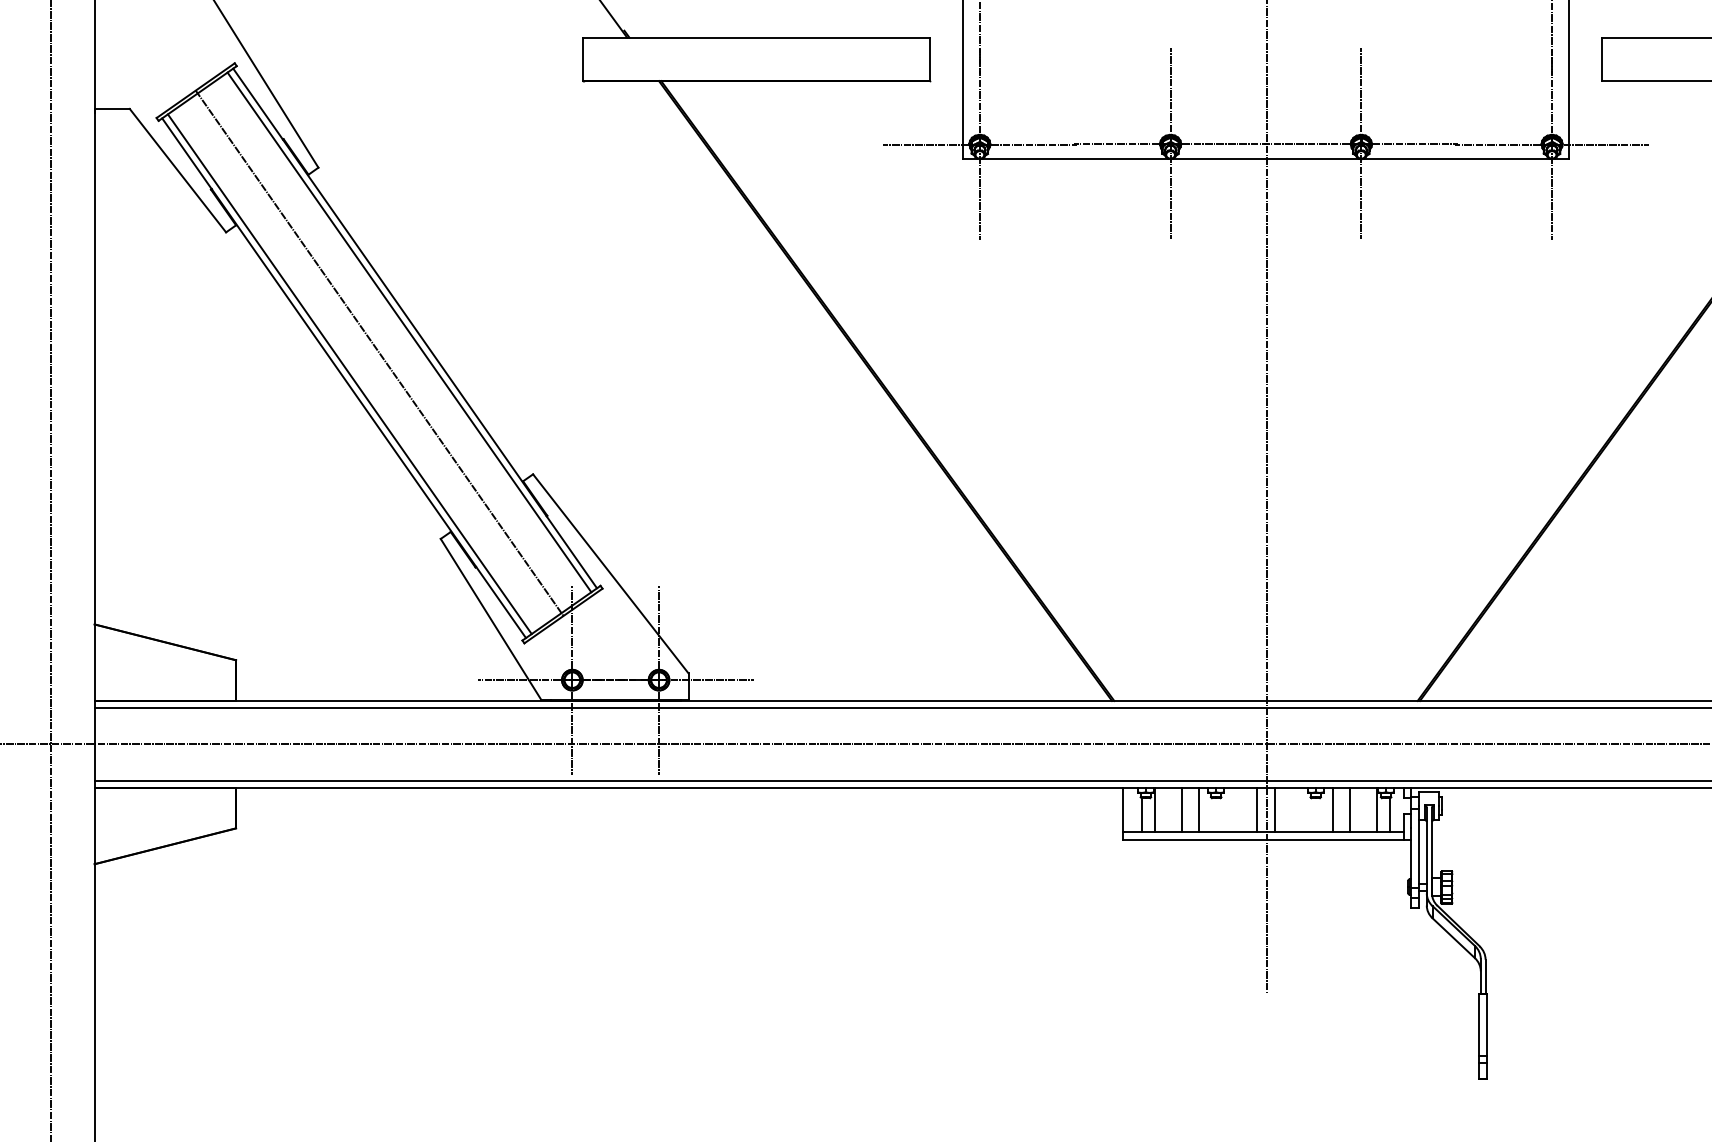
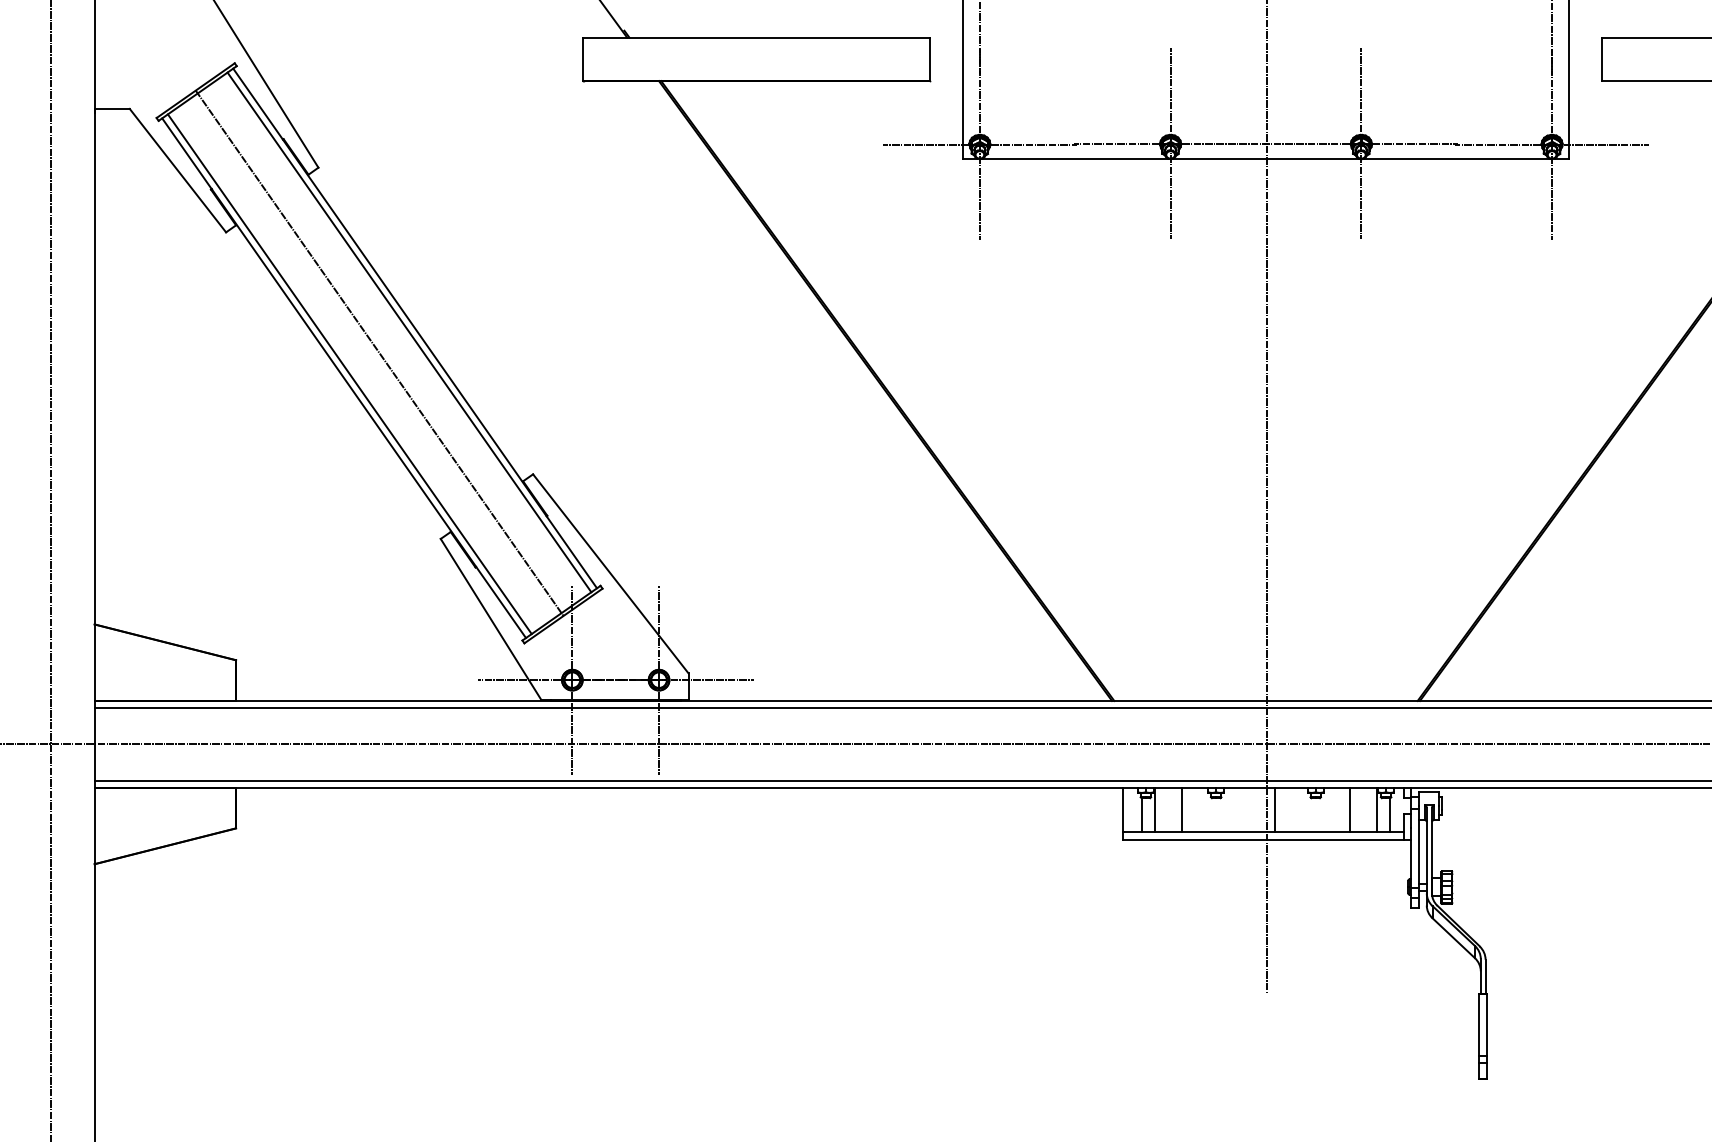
line at (1198, 809): present -> none
line at (1257, 809): present -> none
line at (1333, 809): present -> none
